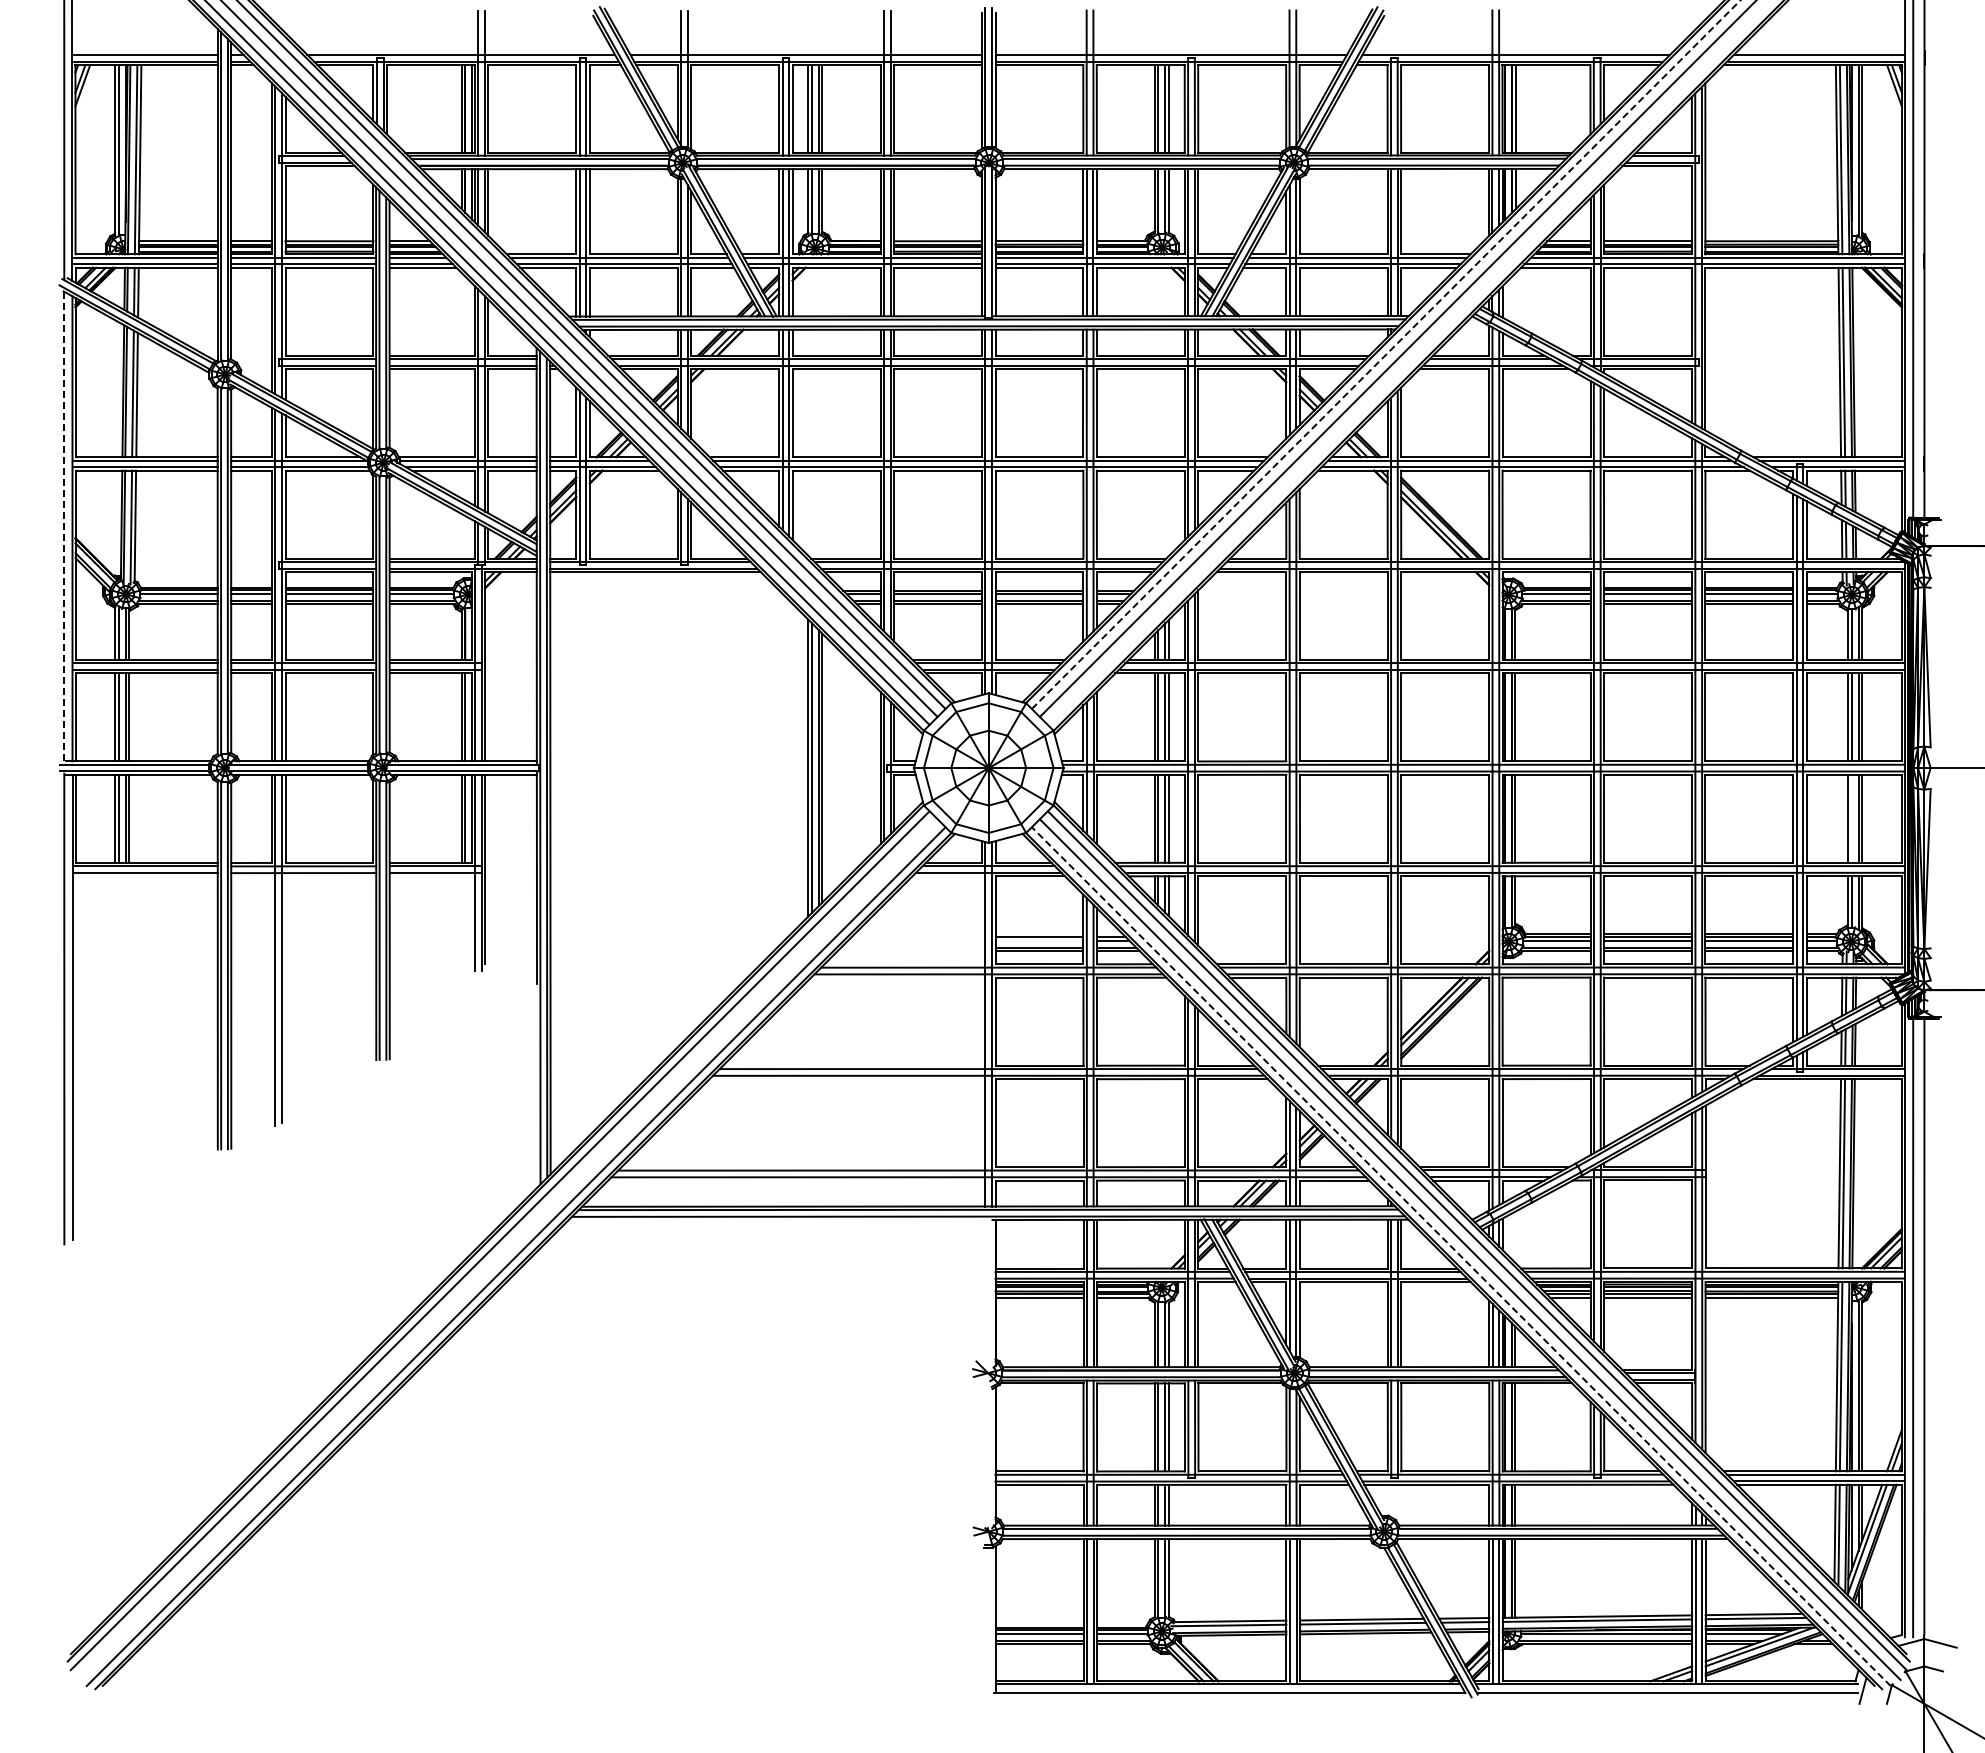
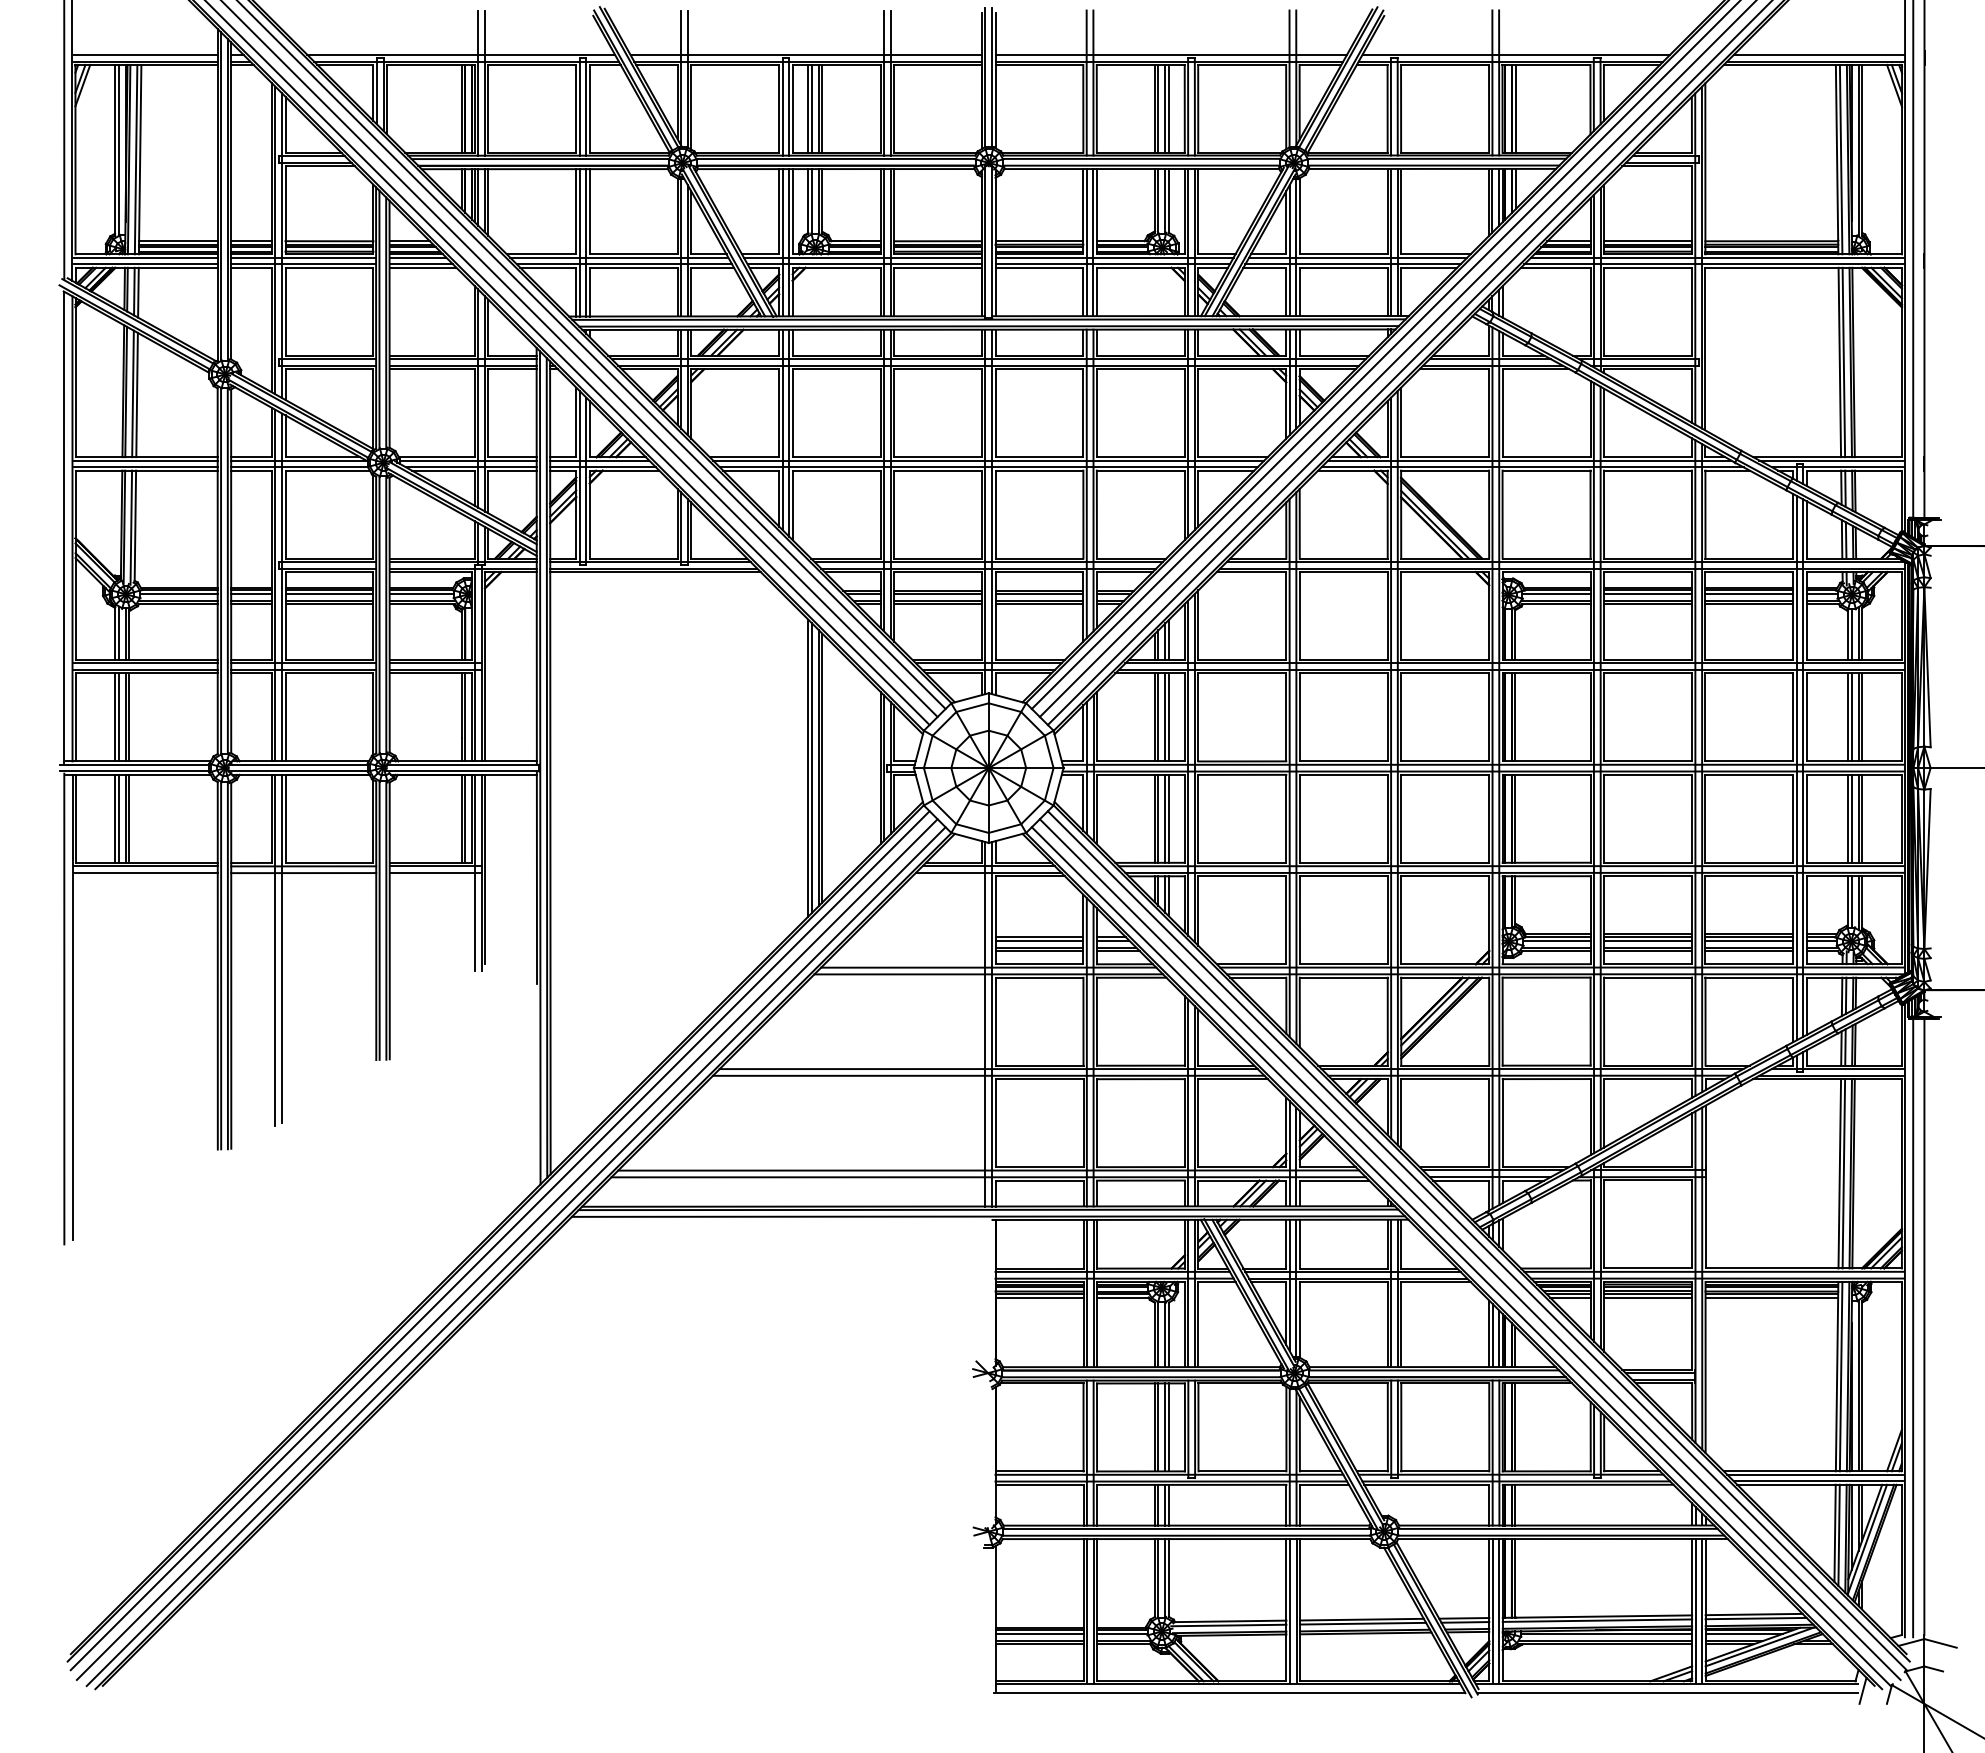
line at (1386, 354): dashed -> solid
line at (1408, 363): none -> present
line at (64, 527): dashed -> solid
line at (1851, 818): none -> present
line at (1039, 940): none -> present
line at (506, 1249): none -> present
line at (1460, 1256): dashed -> solid
